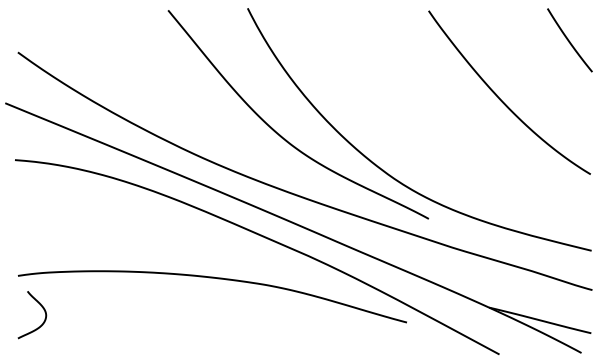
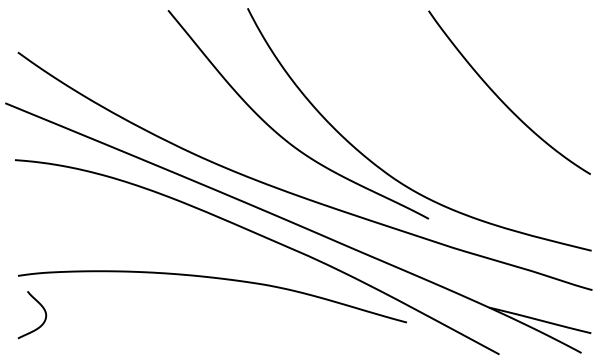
curve at (569, 40): present -> none
